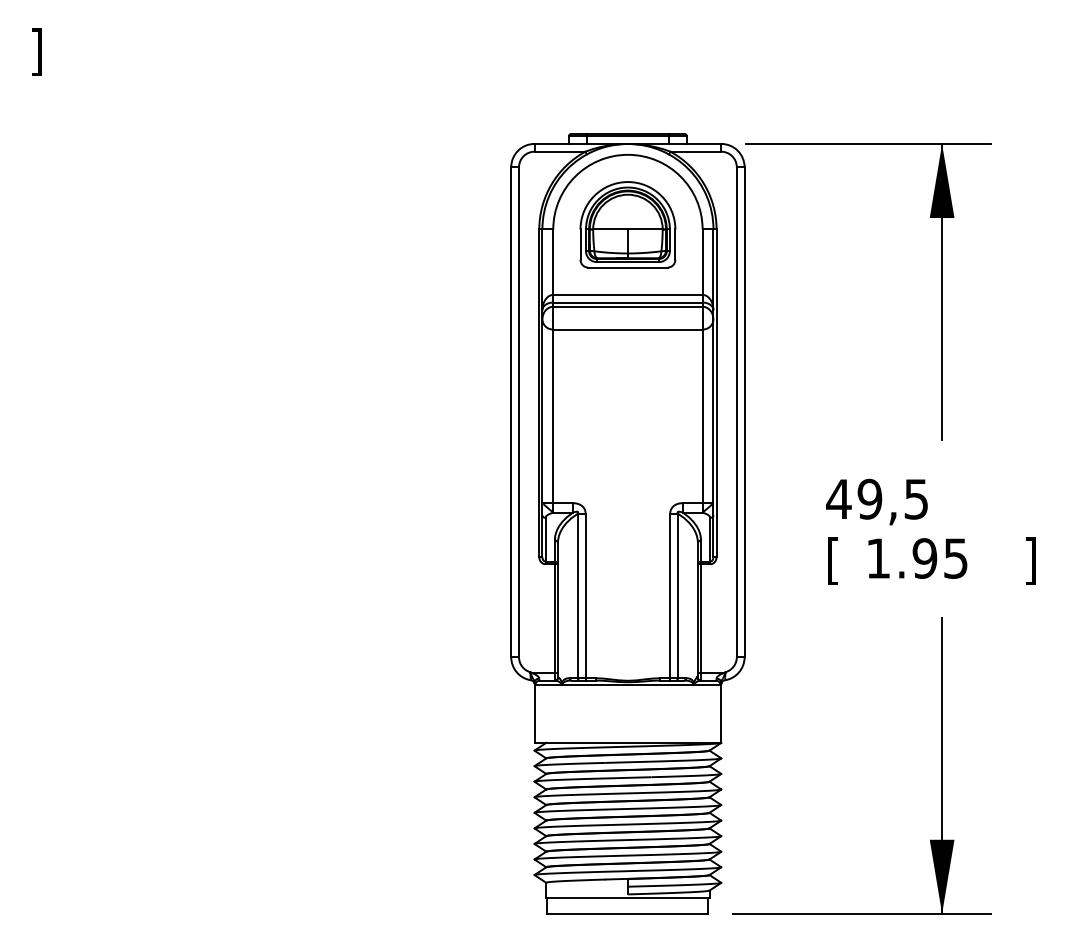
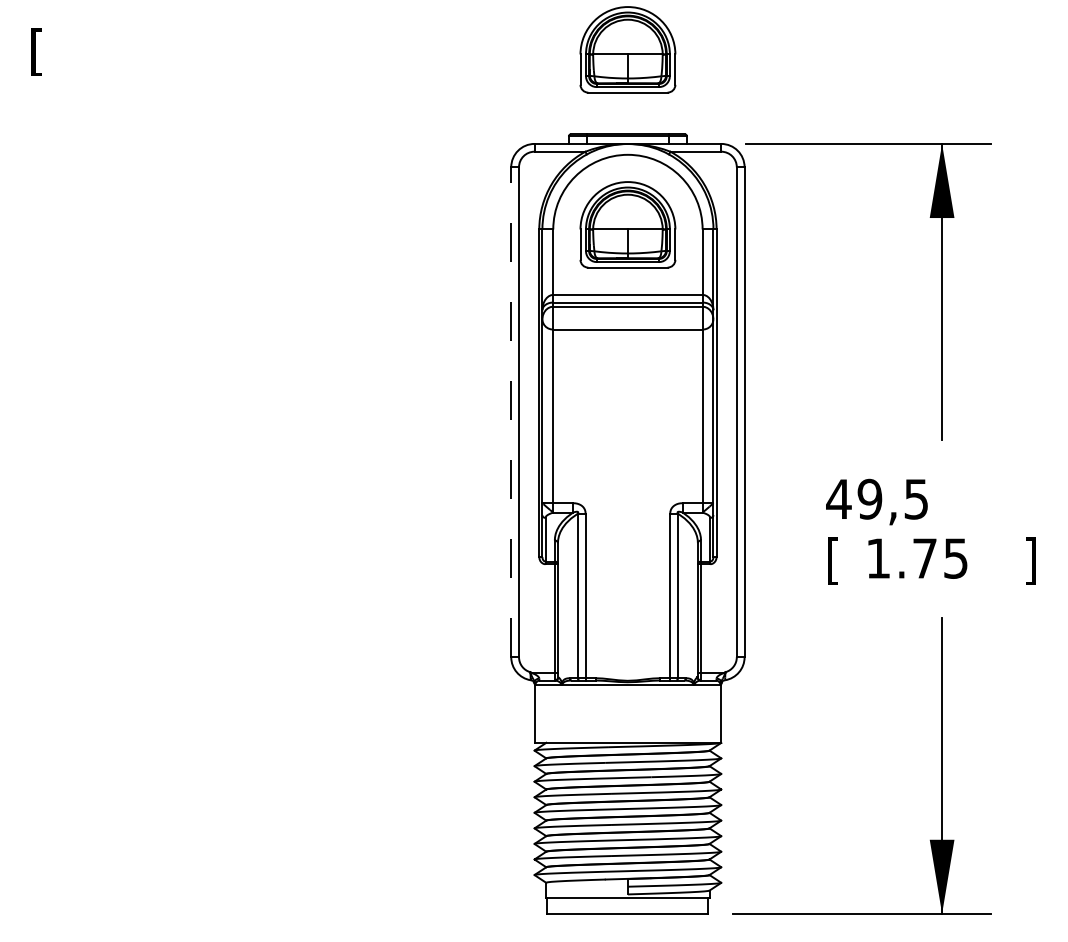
part at (627, 49): none -> present
text at (36, 51): ] -> [
line at (511, 412): solid -> dashed
text at (924, 558): 1.95 -> 1.75
